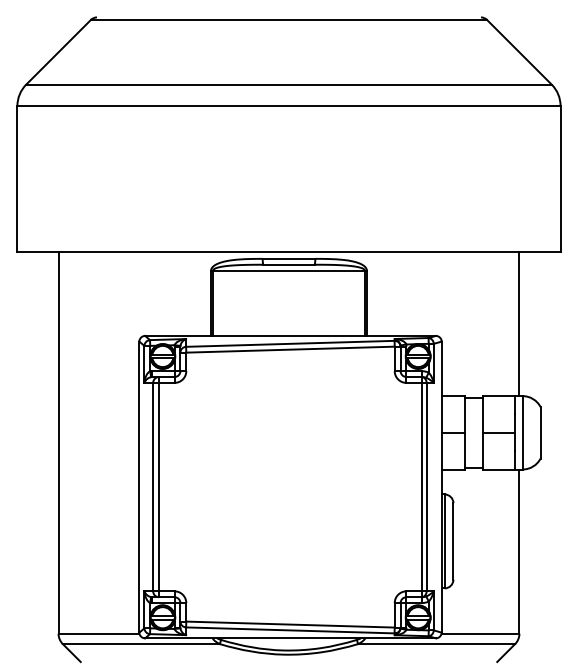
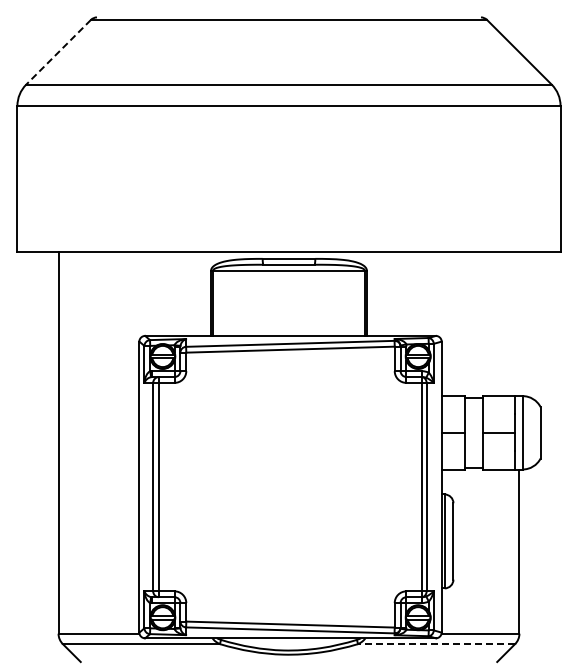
line at (58, 52): solid -> dashed
line at (519, 324): present -> none
line at (436, 644): solid -> dashed
